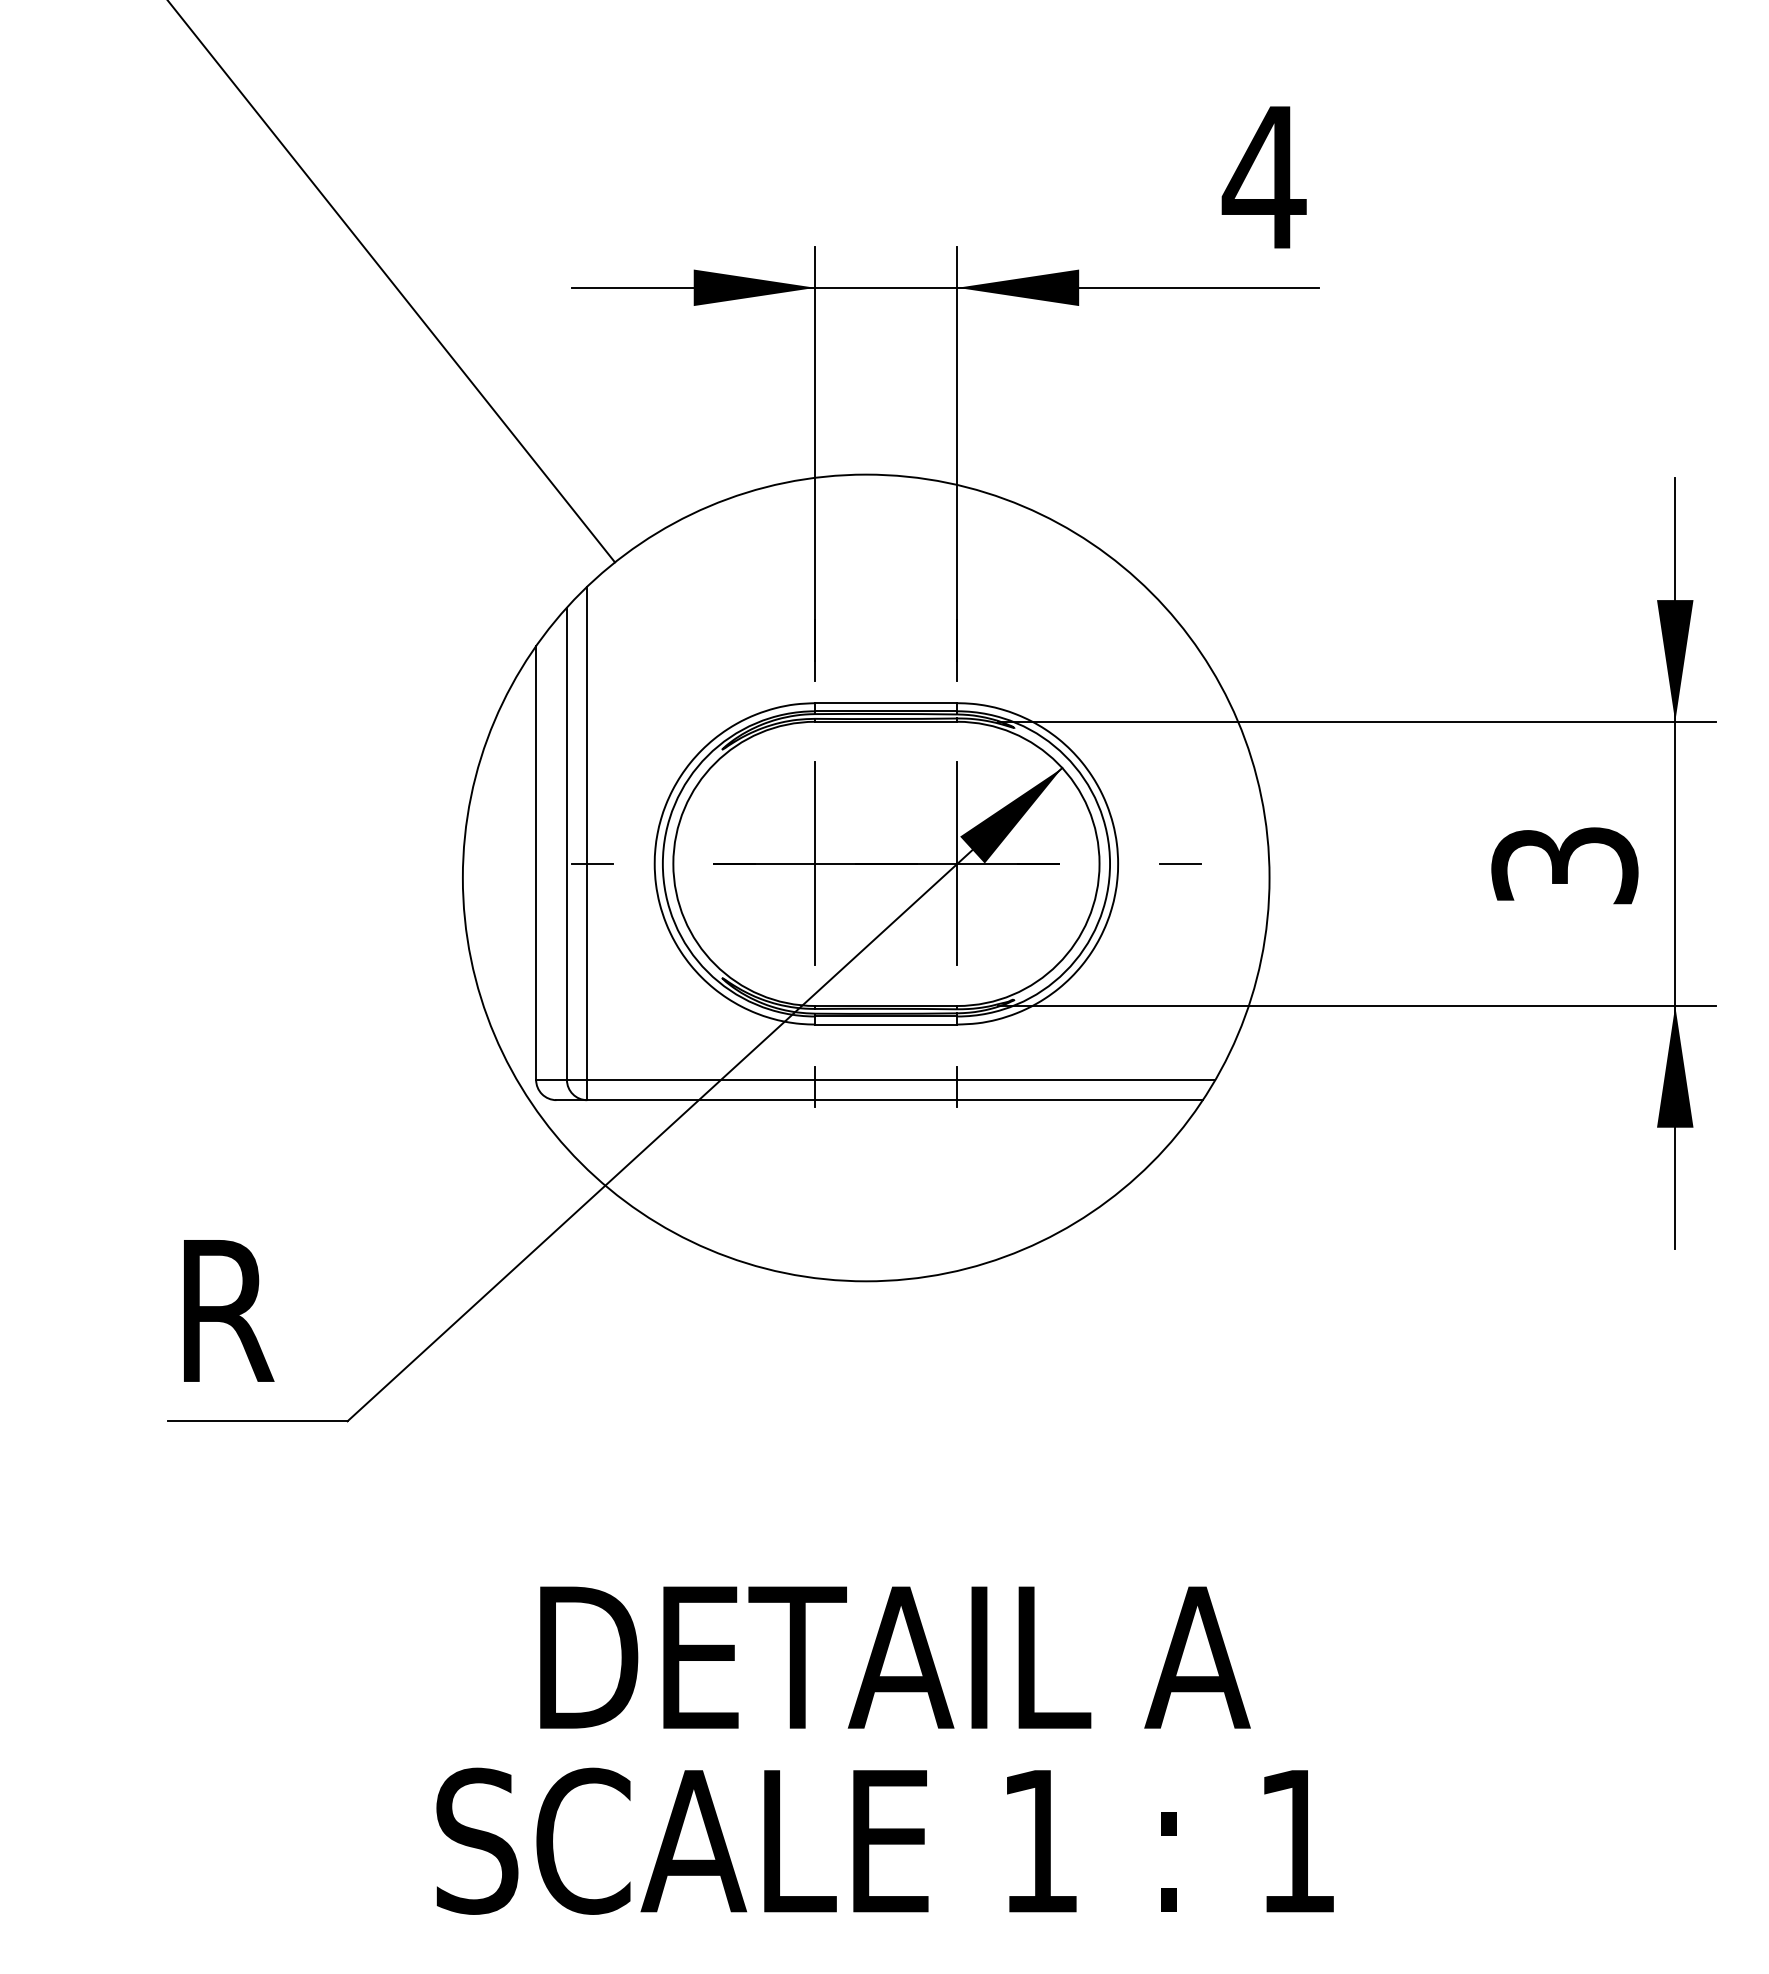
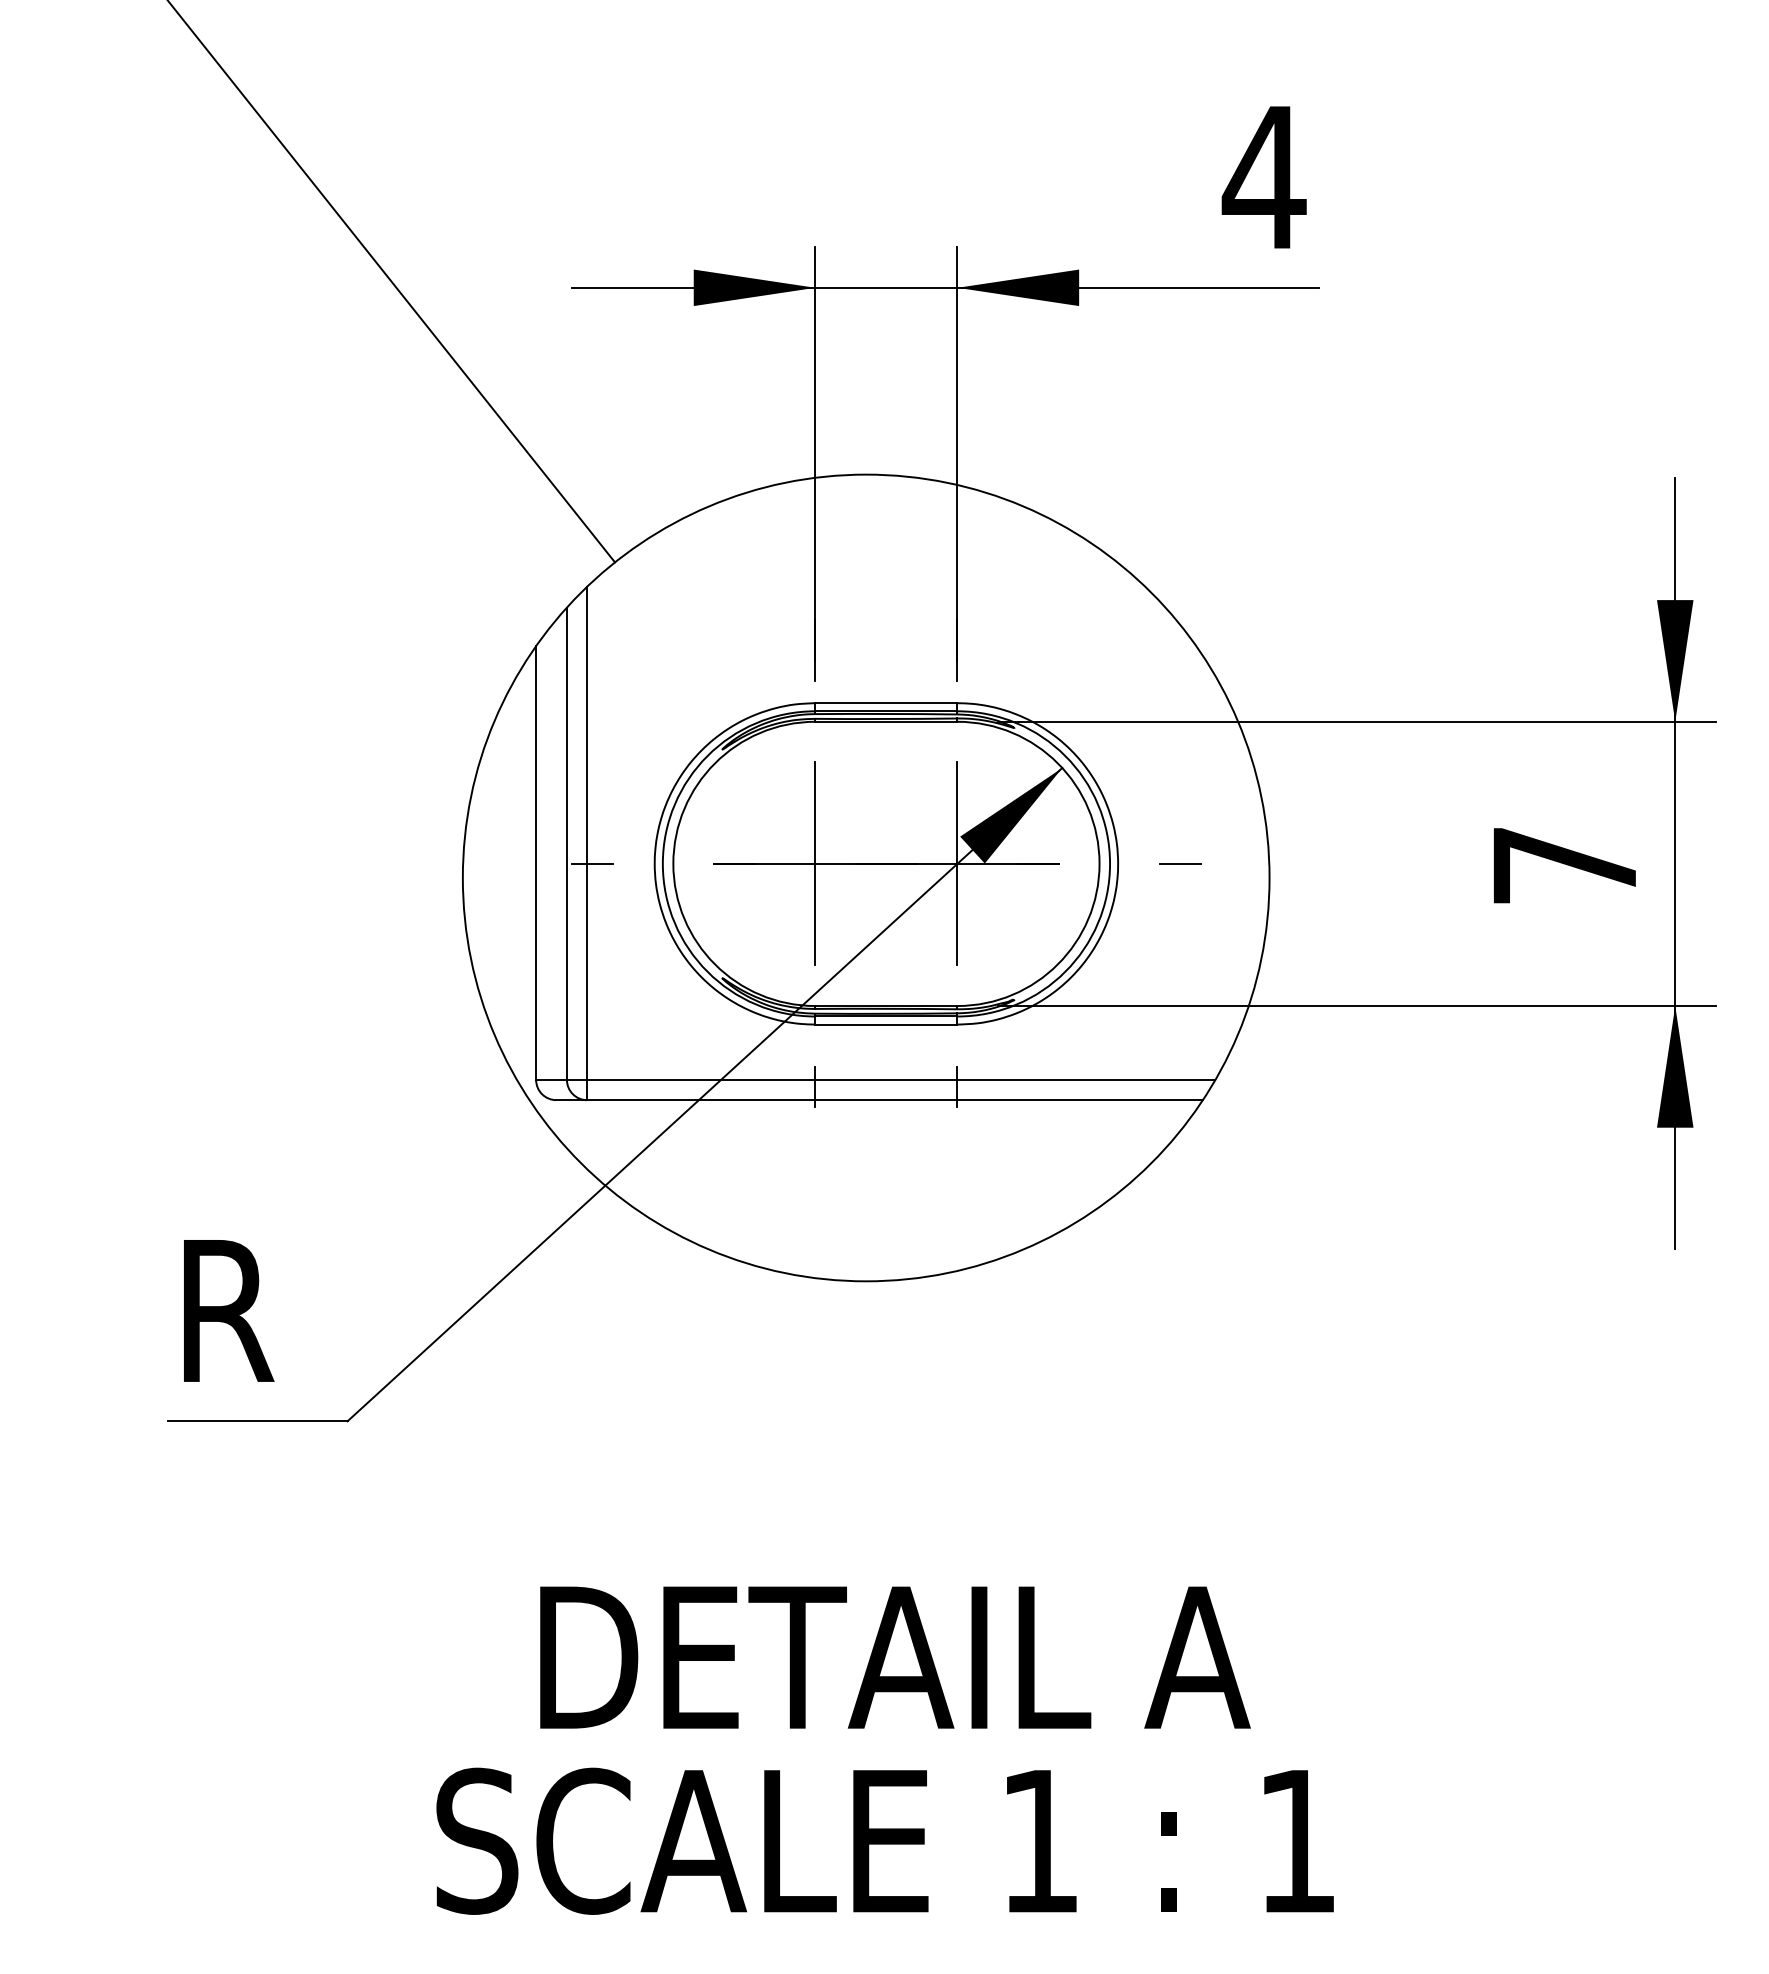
text at (1564, 865): 3 -> 7
